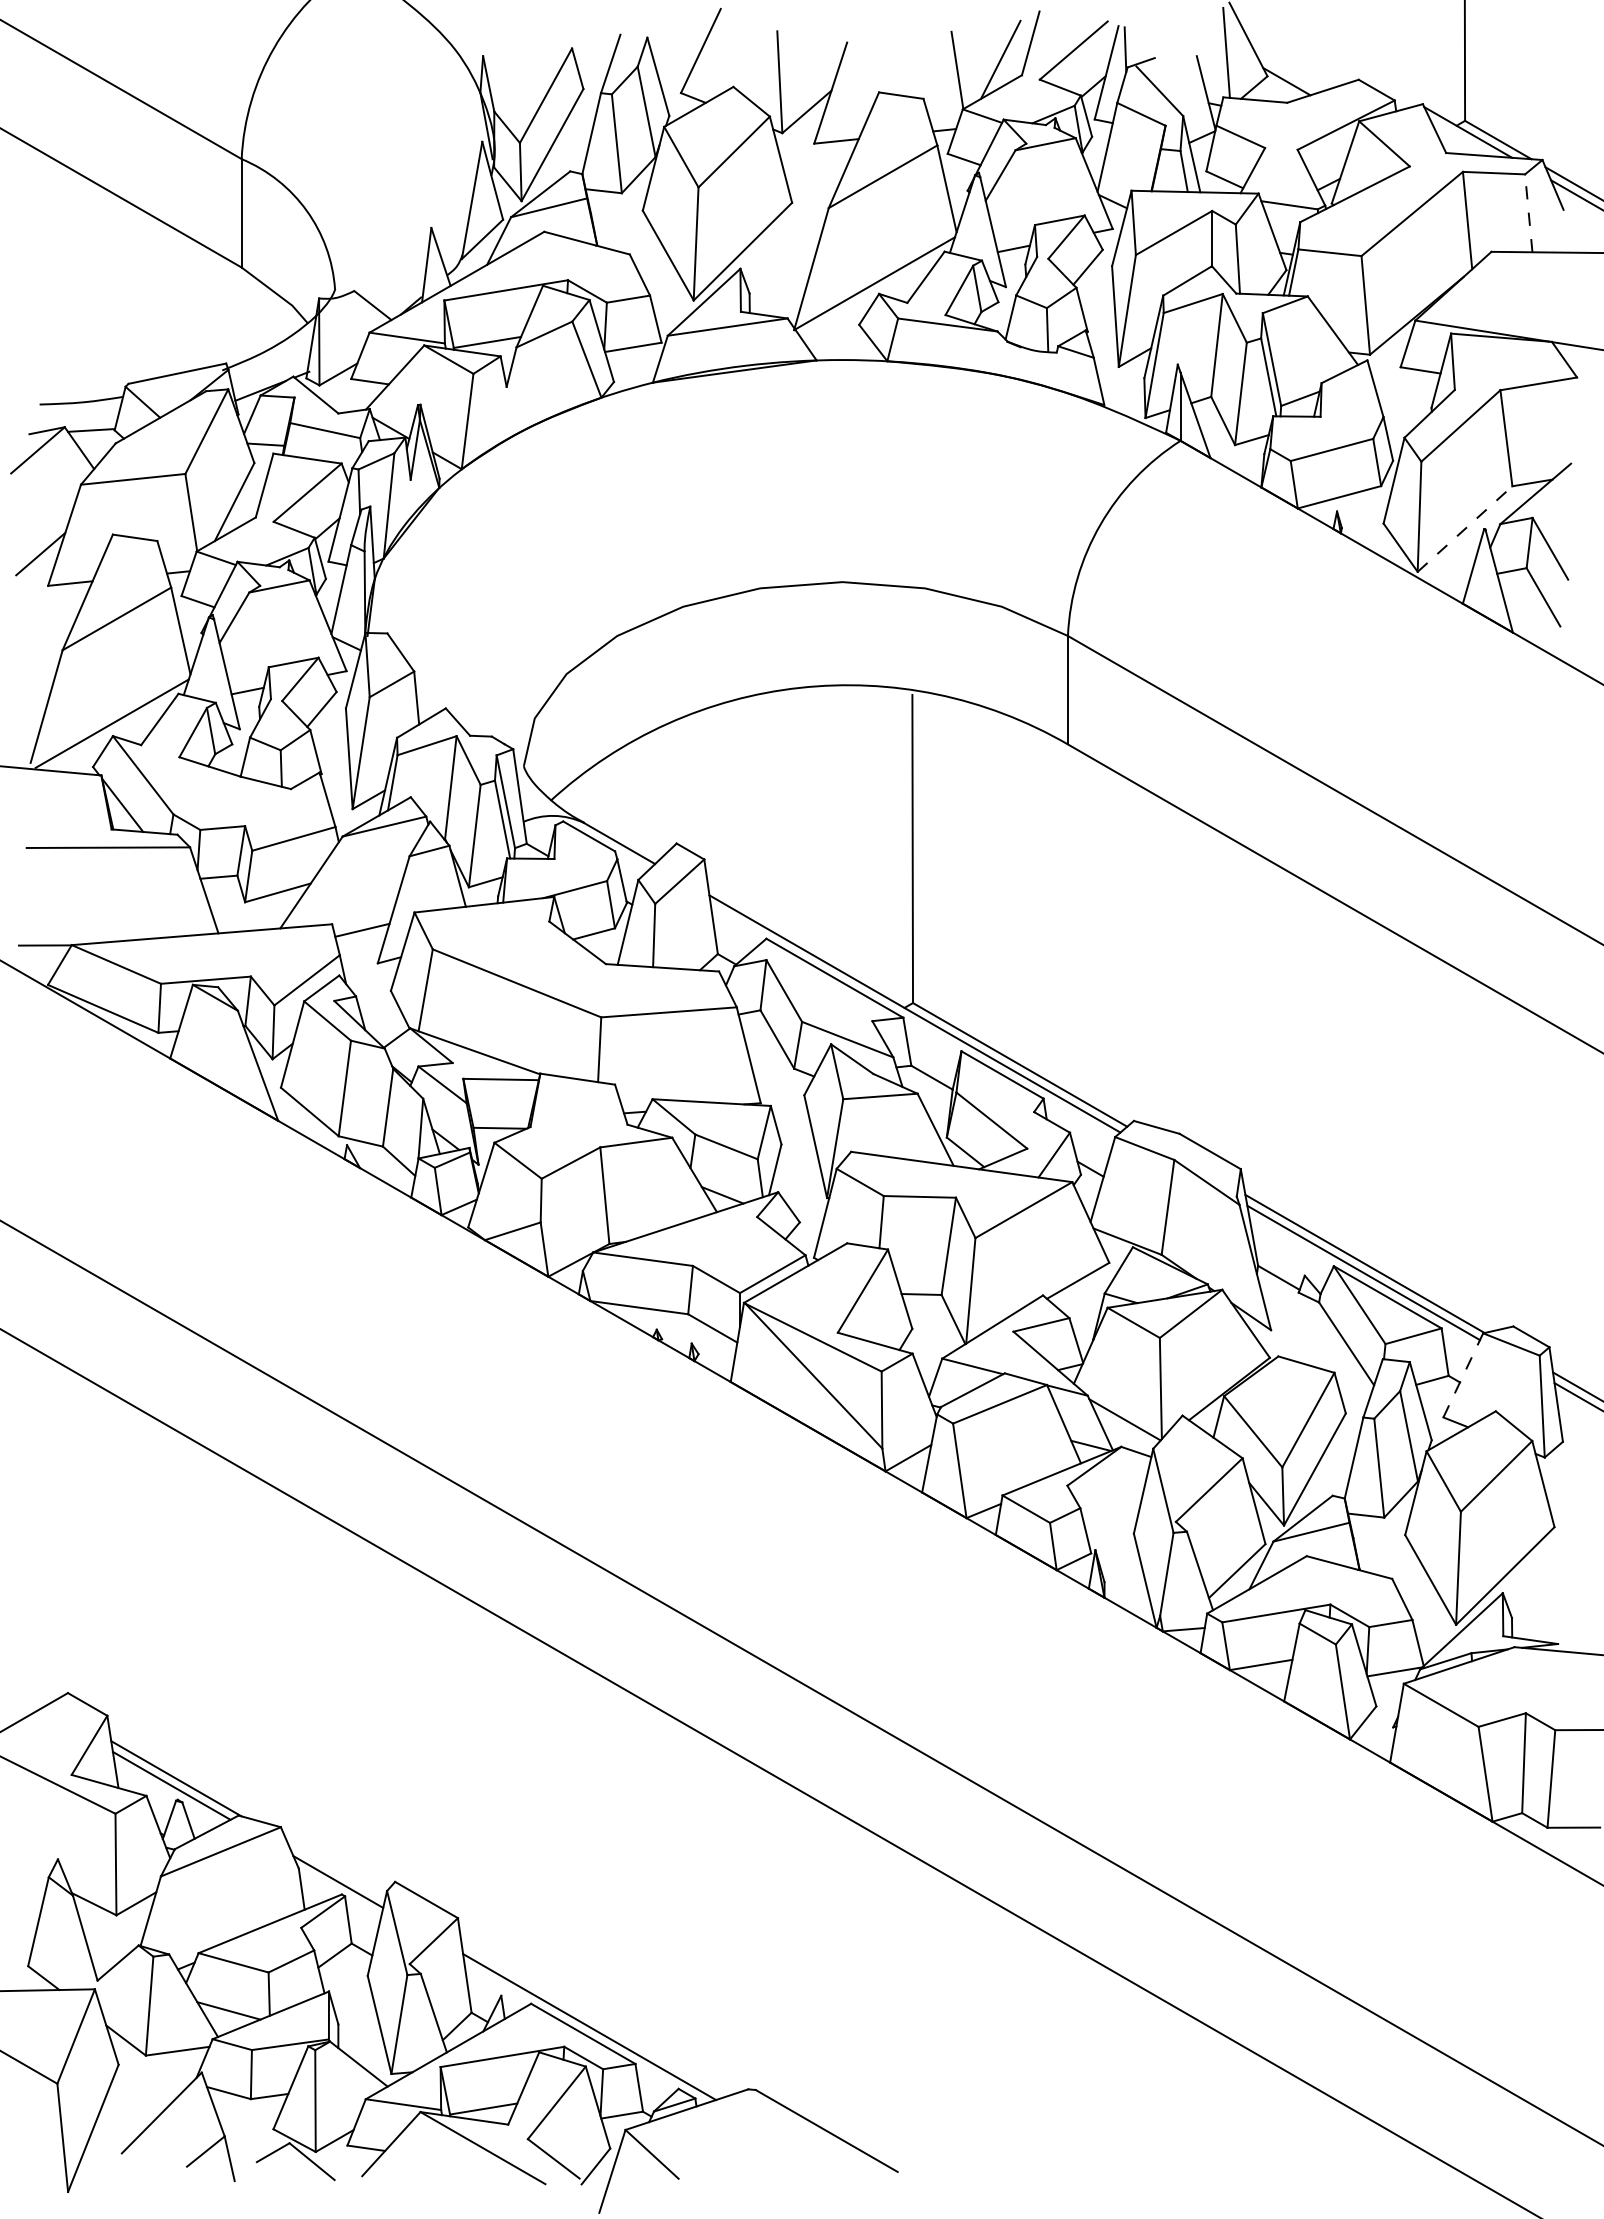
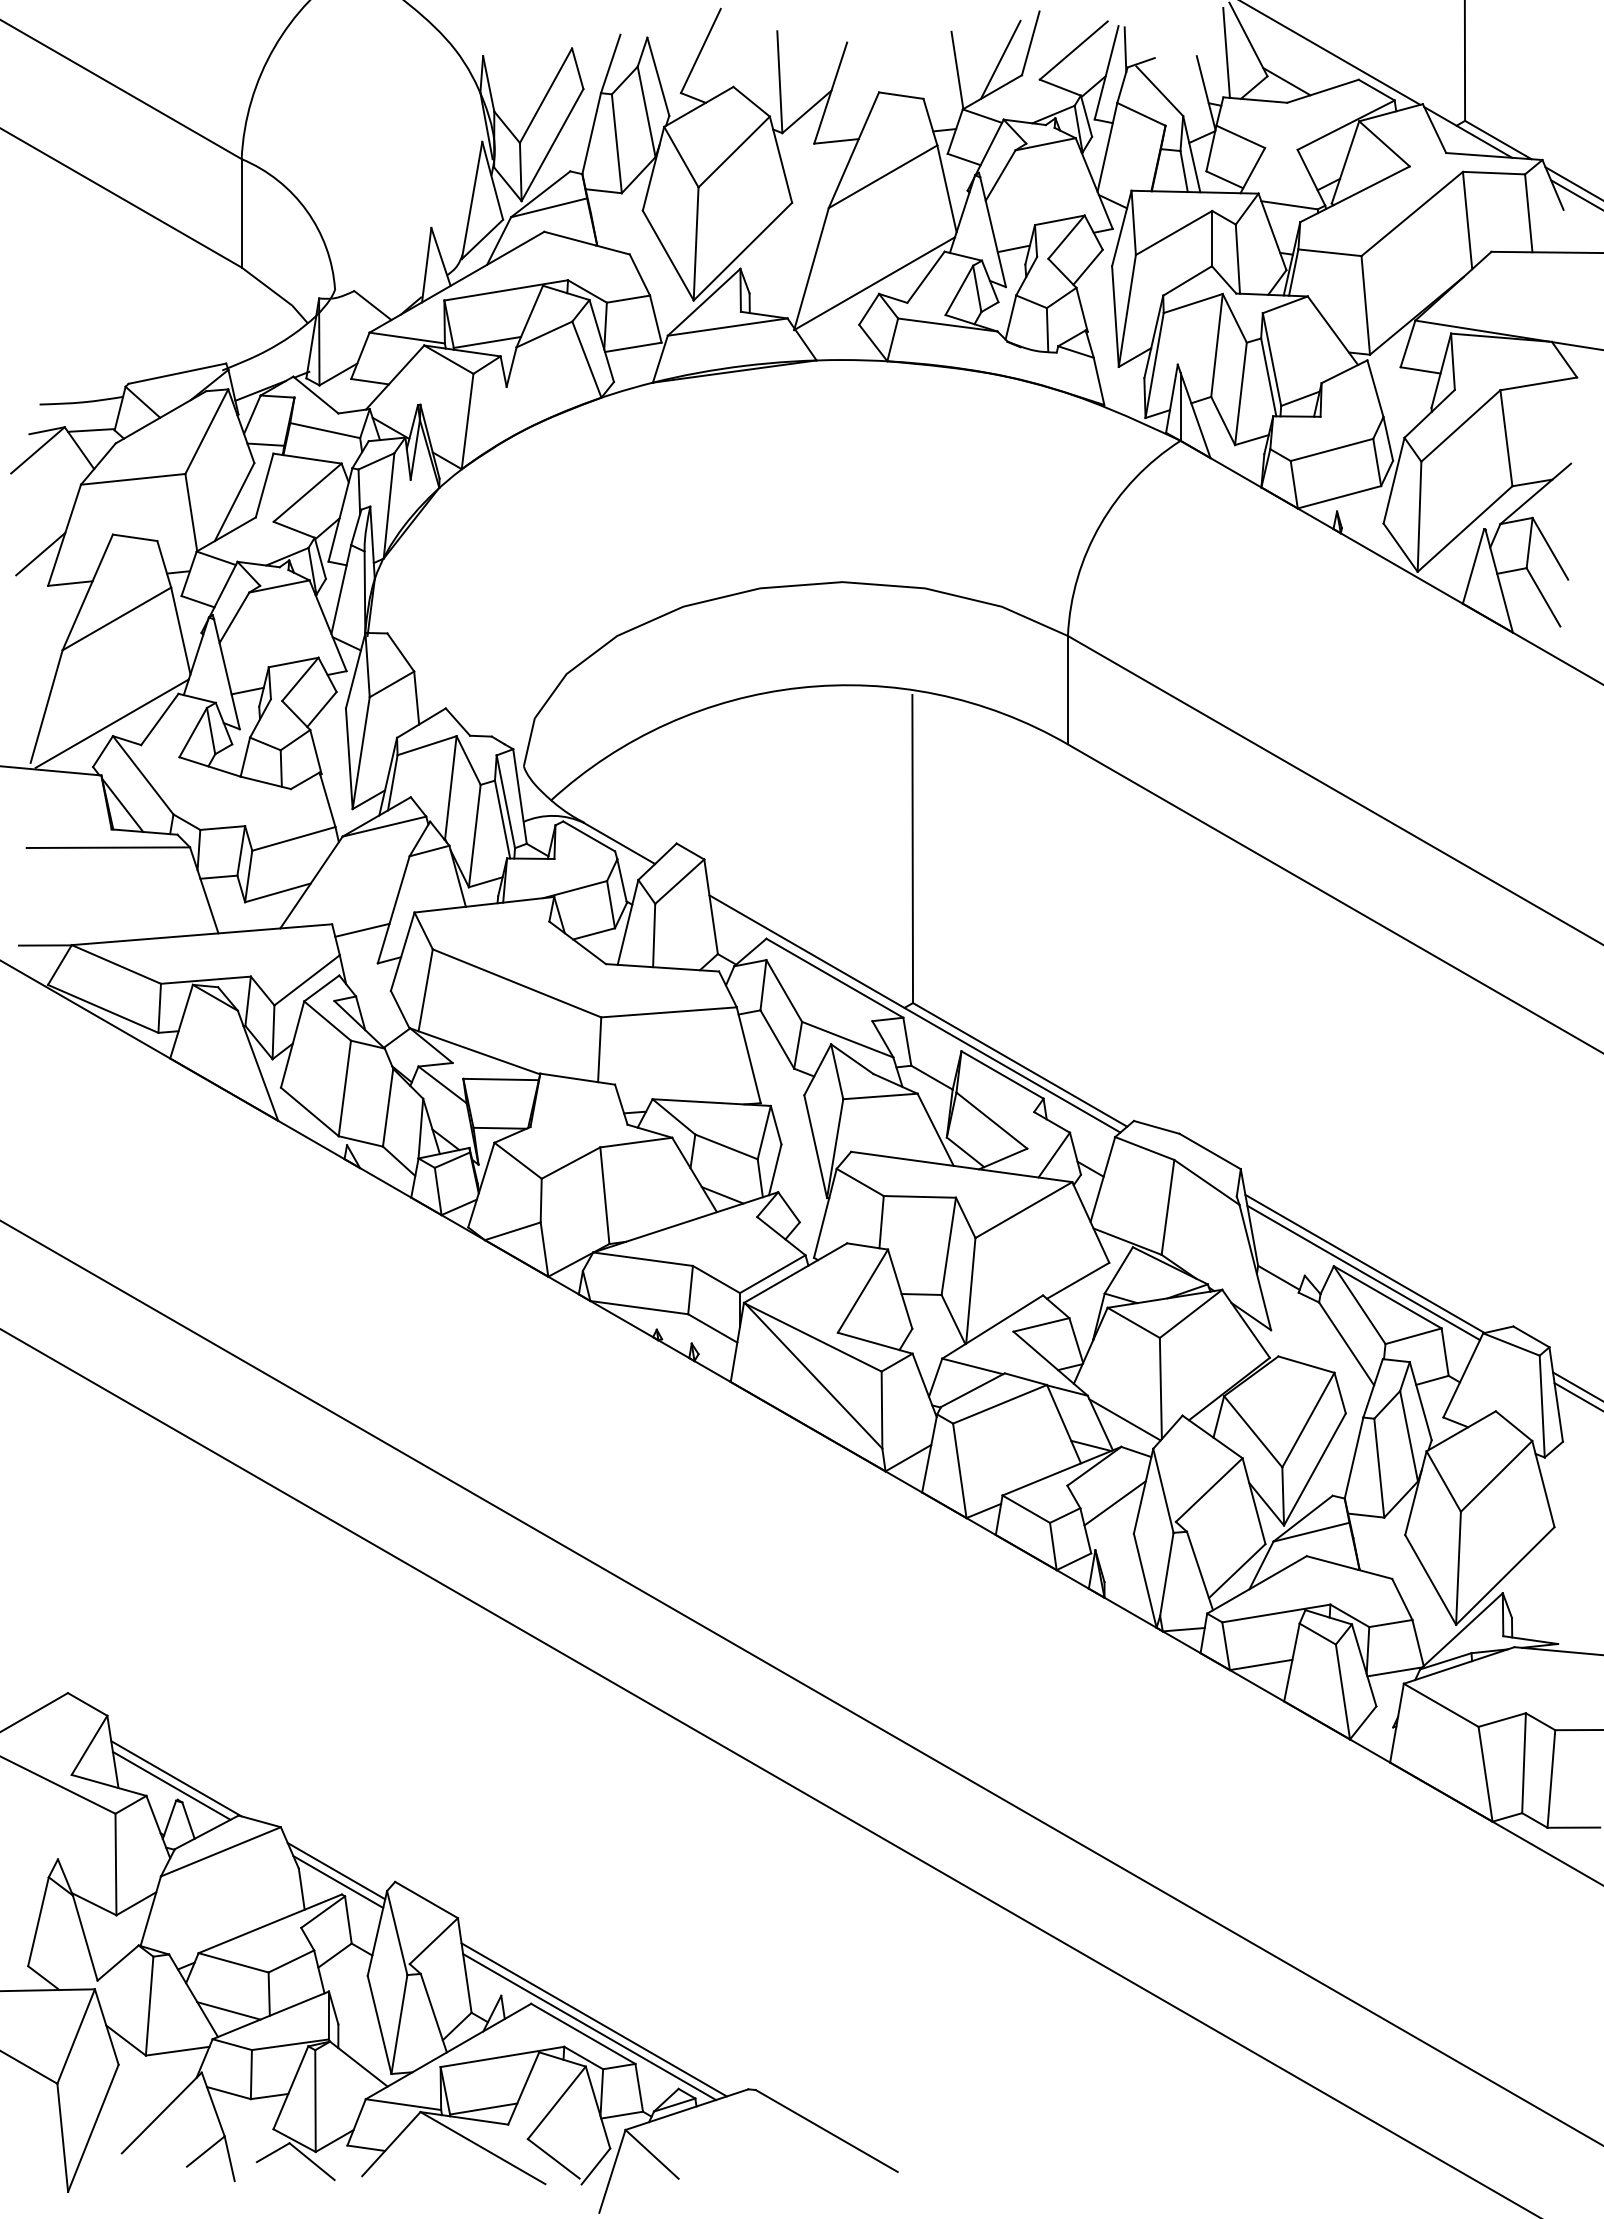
line at (1331, 53): none -> present
line at (1528, 212): dashed -> solid
line at (1465, 529): dashed -> solid
line at (1463, 1375): dashed -> solid
line at (1114, 1503): none -> present
line at (336, 1871): none -> present
line at (593, 2019): none -> present
